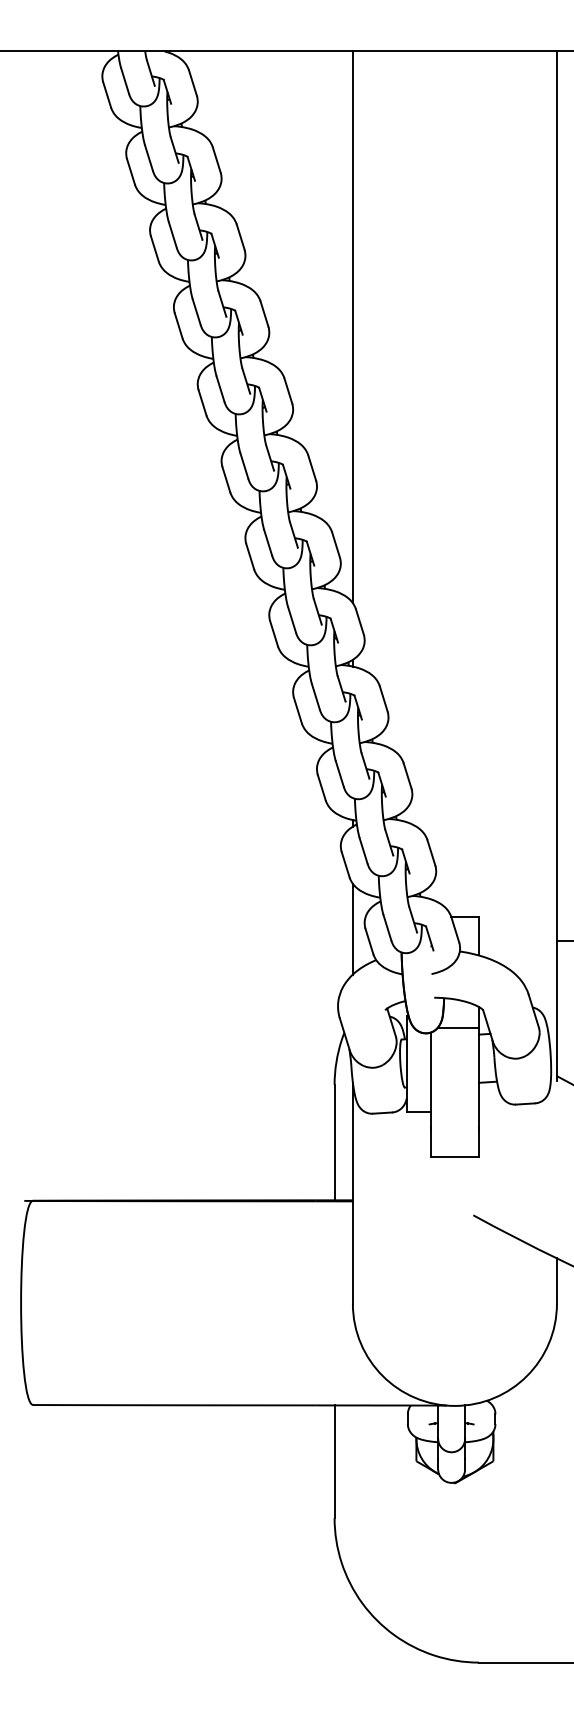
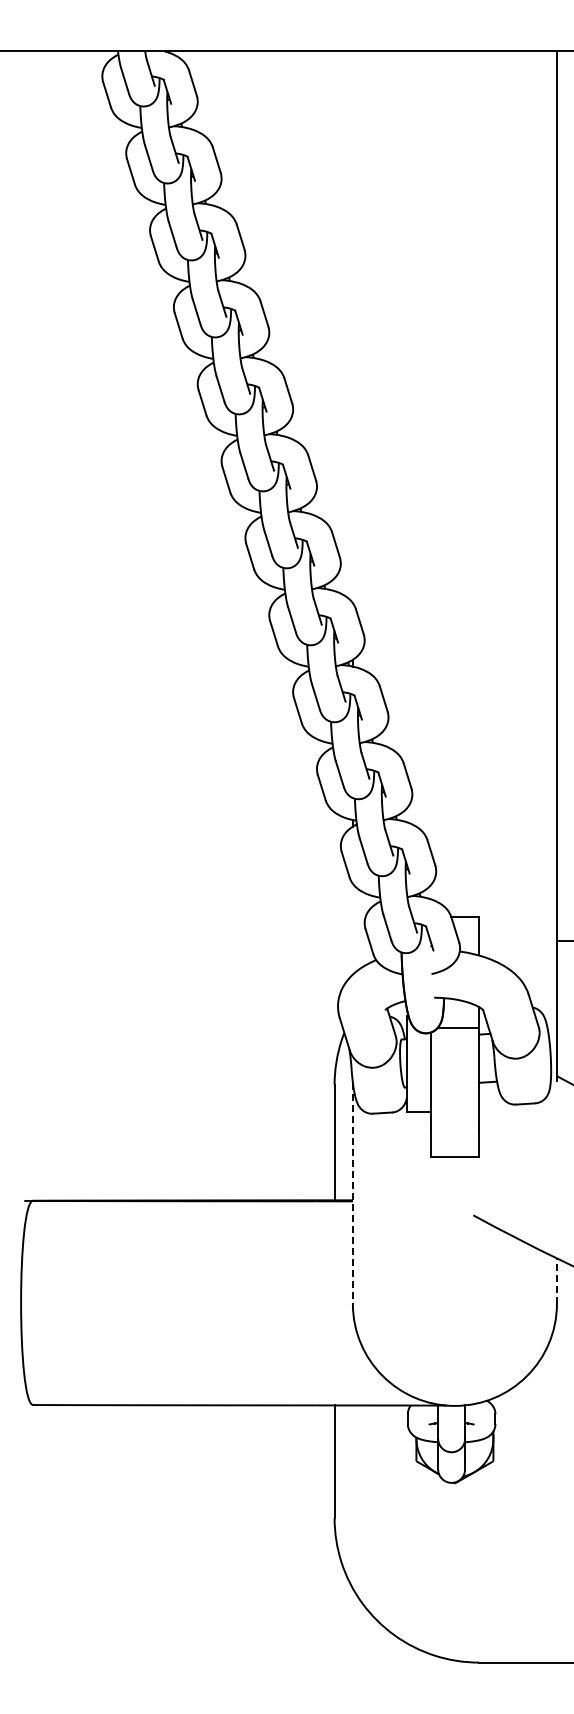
line at (352, 327): present -> none
line at (352, 928): present -> none
line at (352, 1193): solid -> dashed
line at (556, 1281): solid -> dashed
